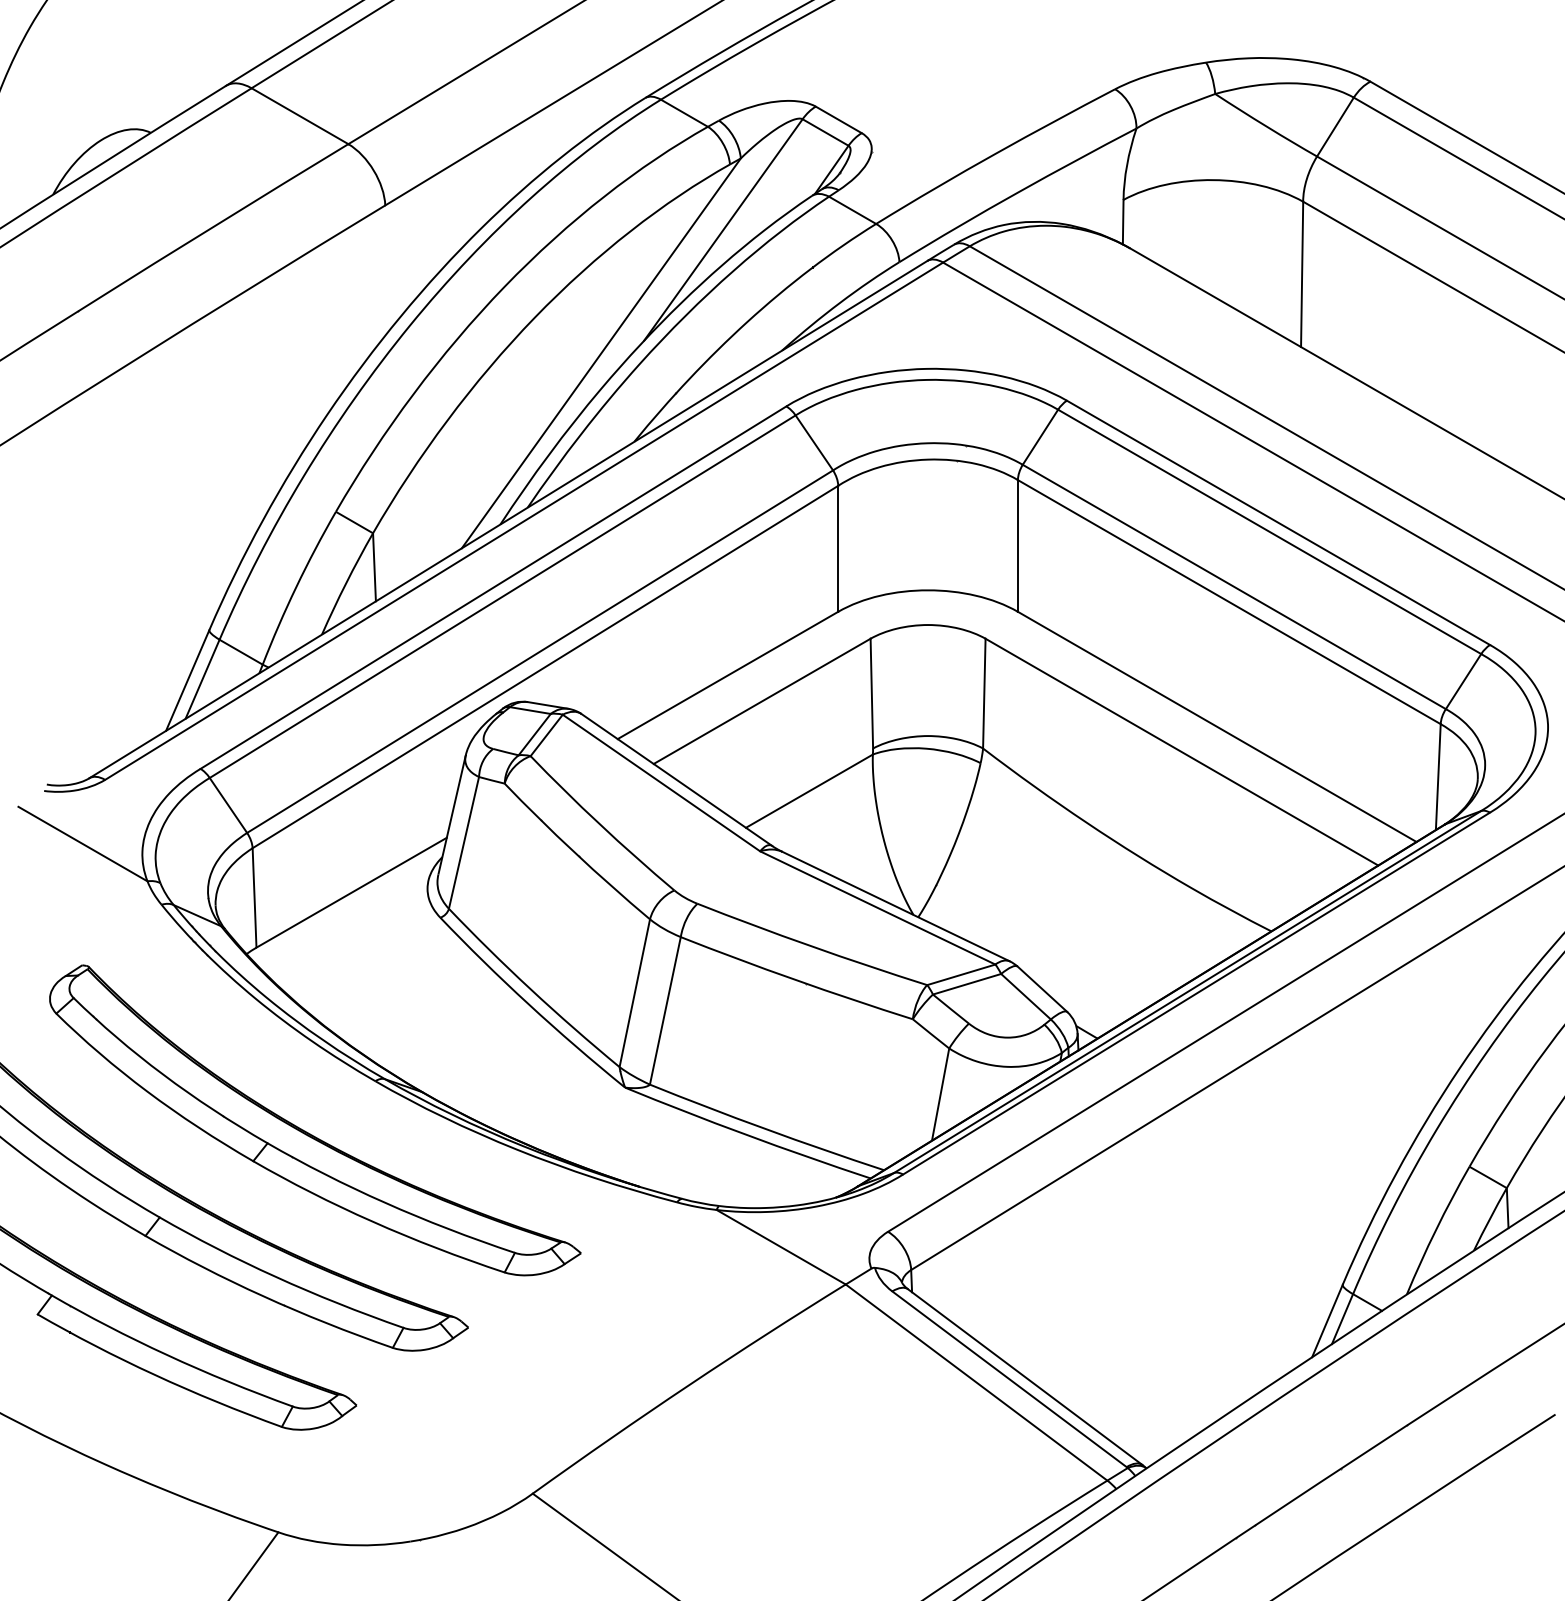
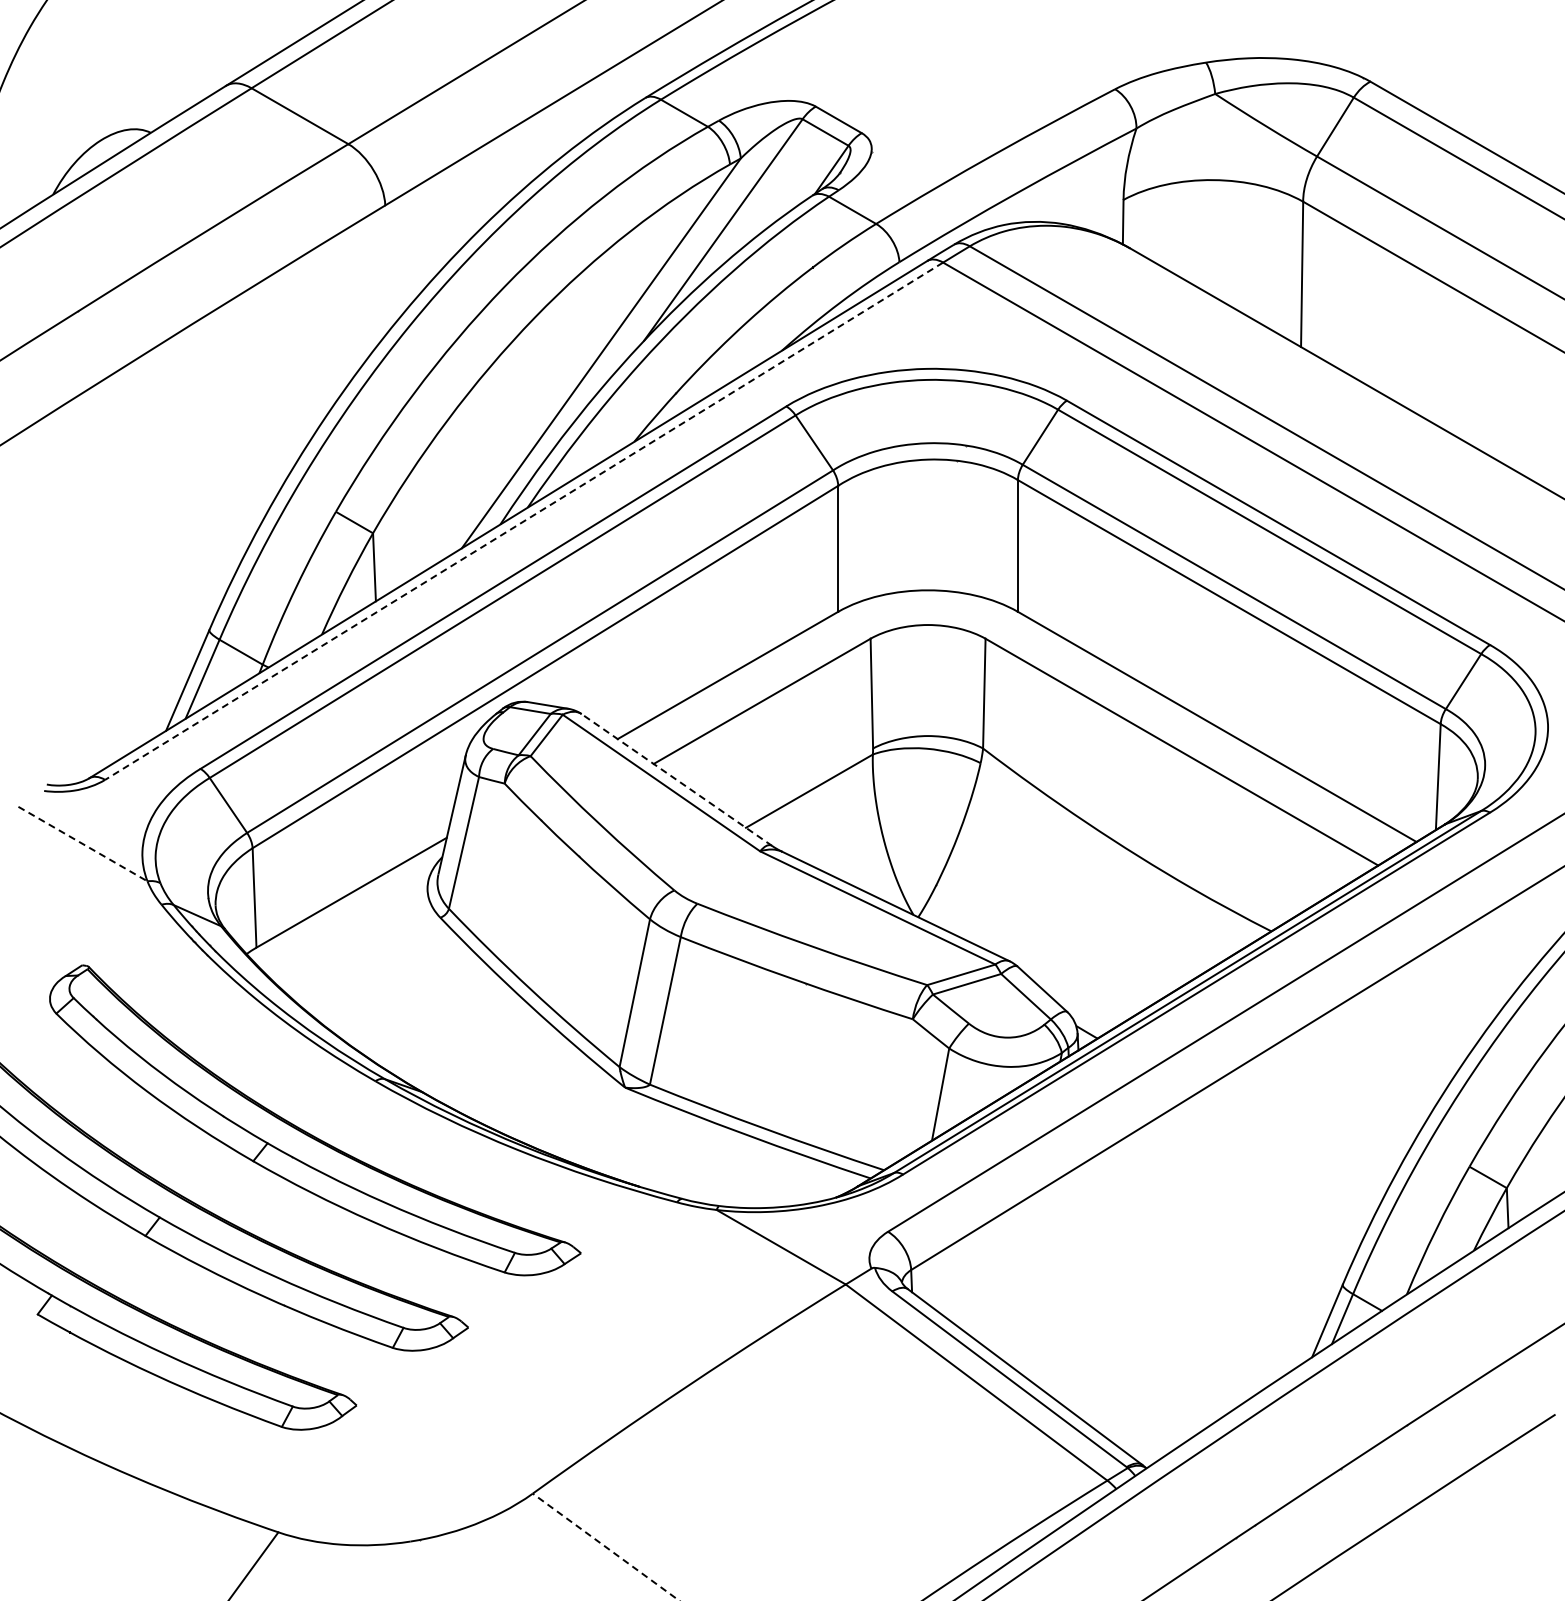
line at (523, 521): solid -> dashed
line at (676, 780): solid -> dashed
line at (83, 844): solid -> dashed
line at (606, 1547): solid -> dashed
